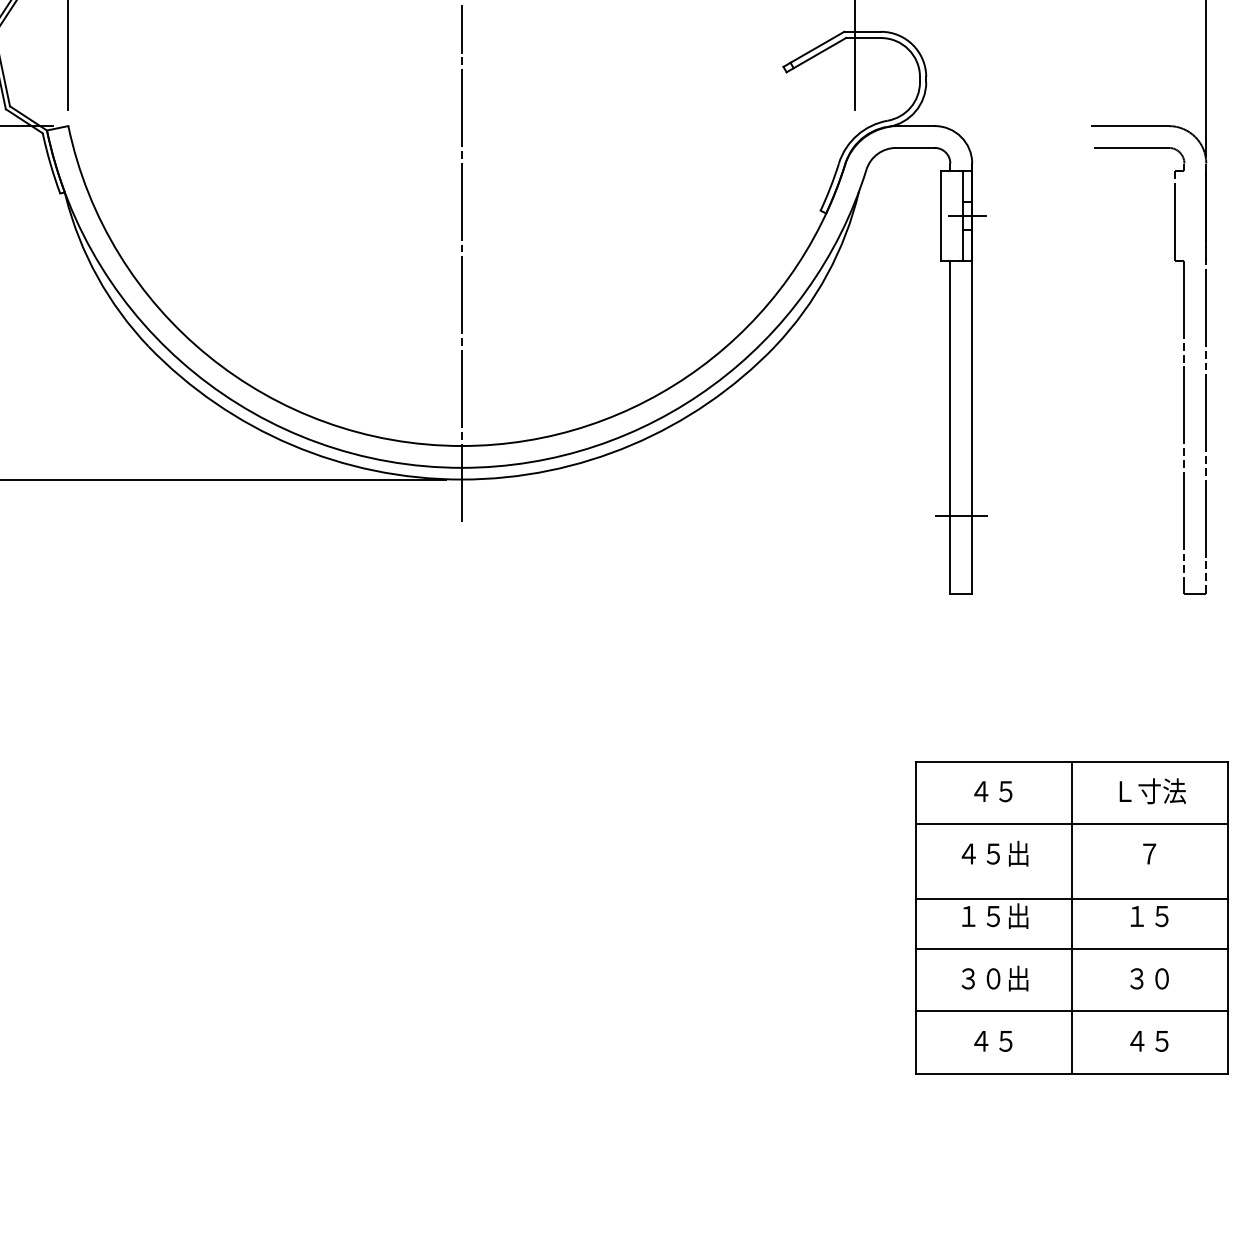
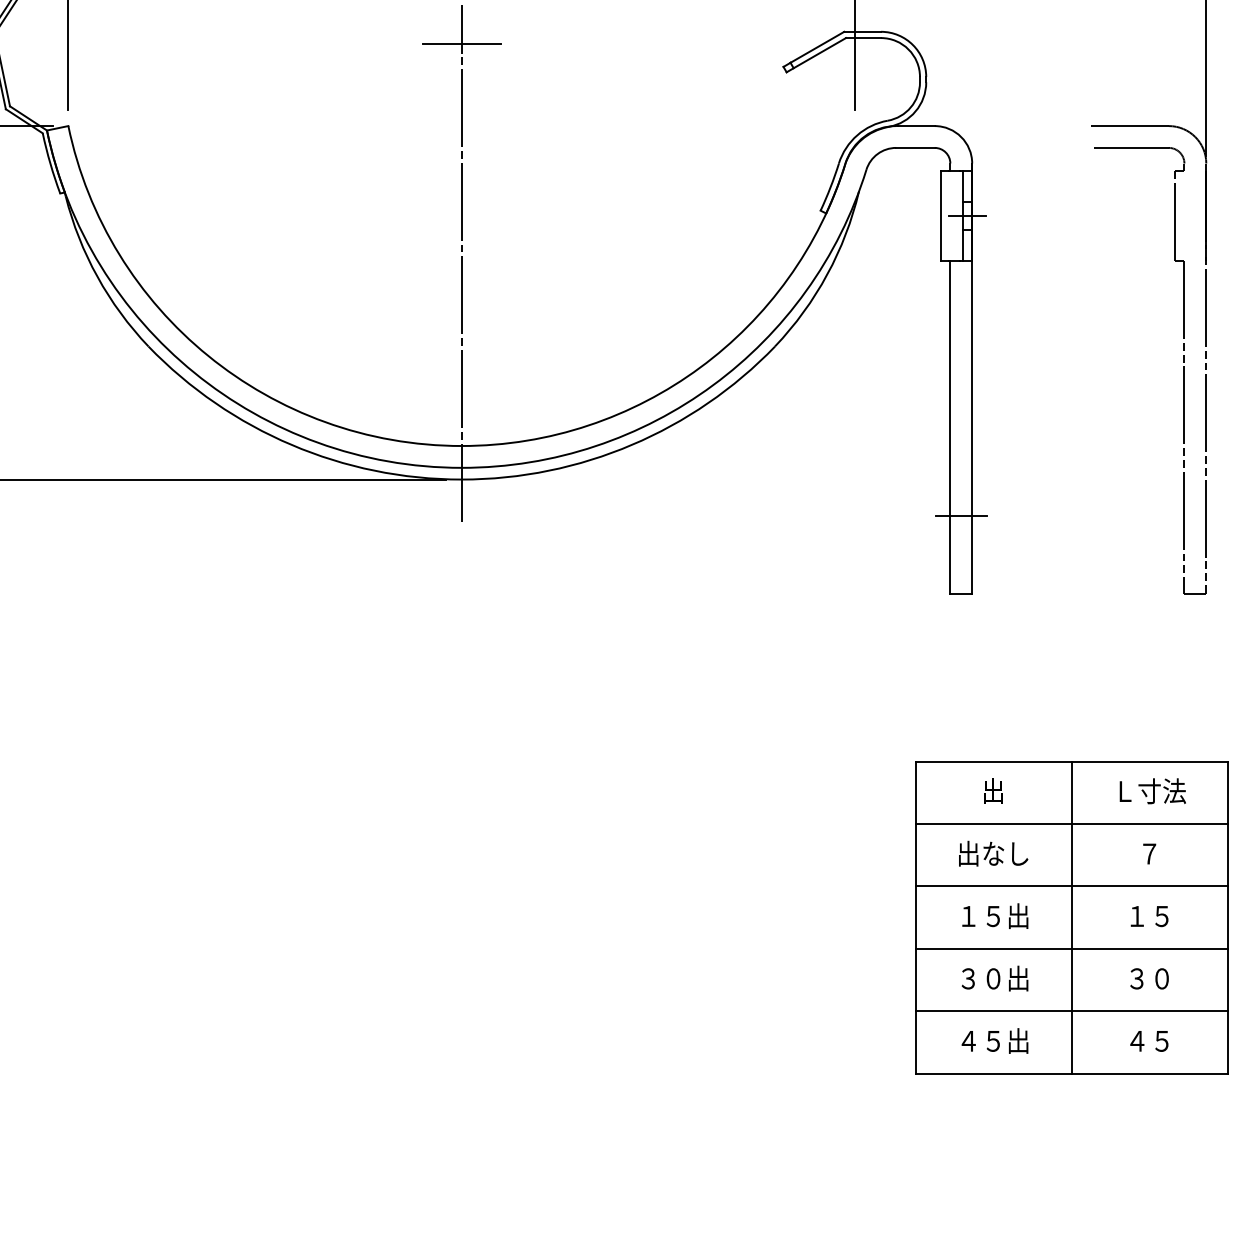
line at (461, 44): none -> present
text at (993, 790): ４５ -> 出
text at (993, 853): ４５出 -> 出なし
line at (1071, 899) position: (1071, 899) -> (1071, 886)
text at (994, 1040): ４５ -> ４５出
